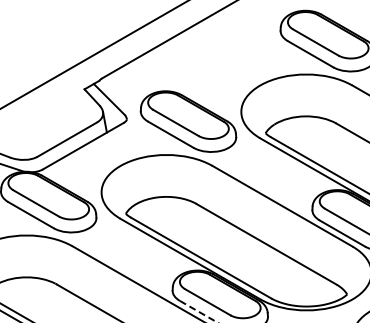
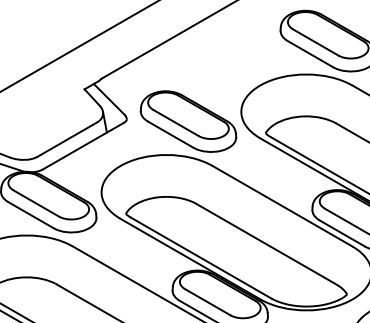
line at (93, 54) position: (93, 54) -> (78, 46)
line at (198, 311): dashed -> solid
